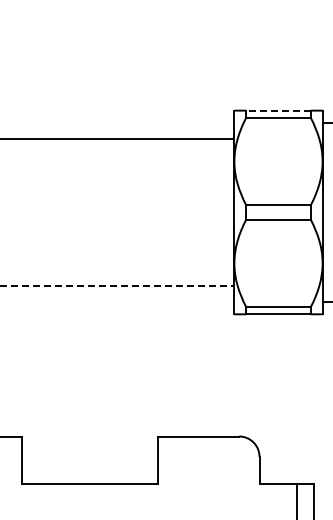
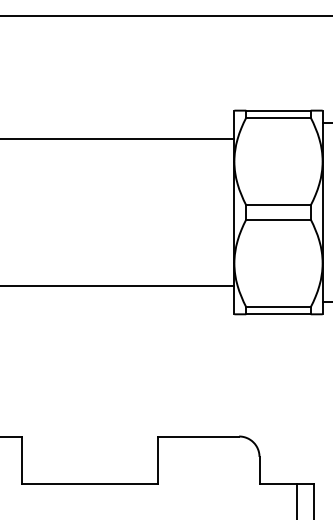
line at (165, 15): none -> present
line at (278, 110): dashed -> solid
line at (117, 286): dashed -> solid
